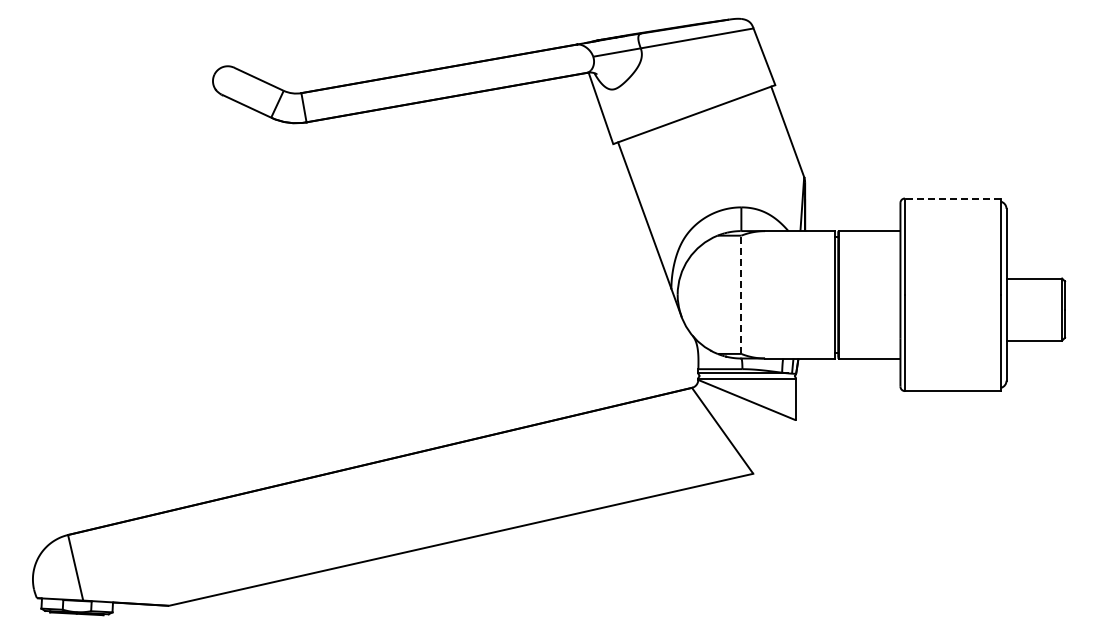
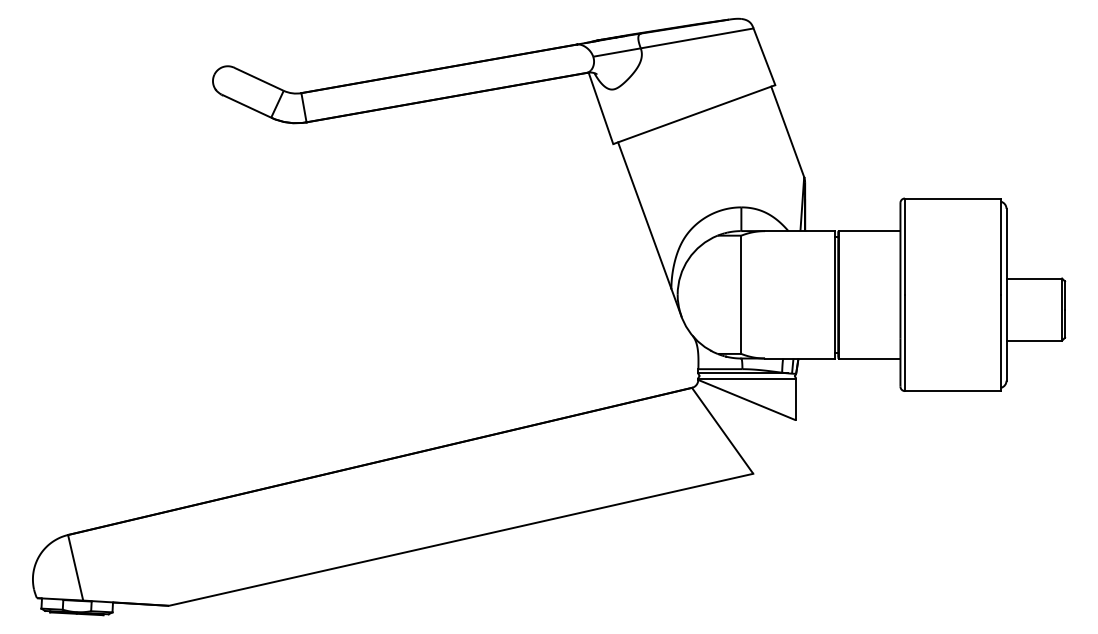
line at (952, 198): dashed -> solid
line at (741, 294): dashed -> solid
